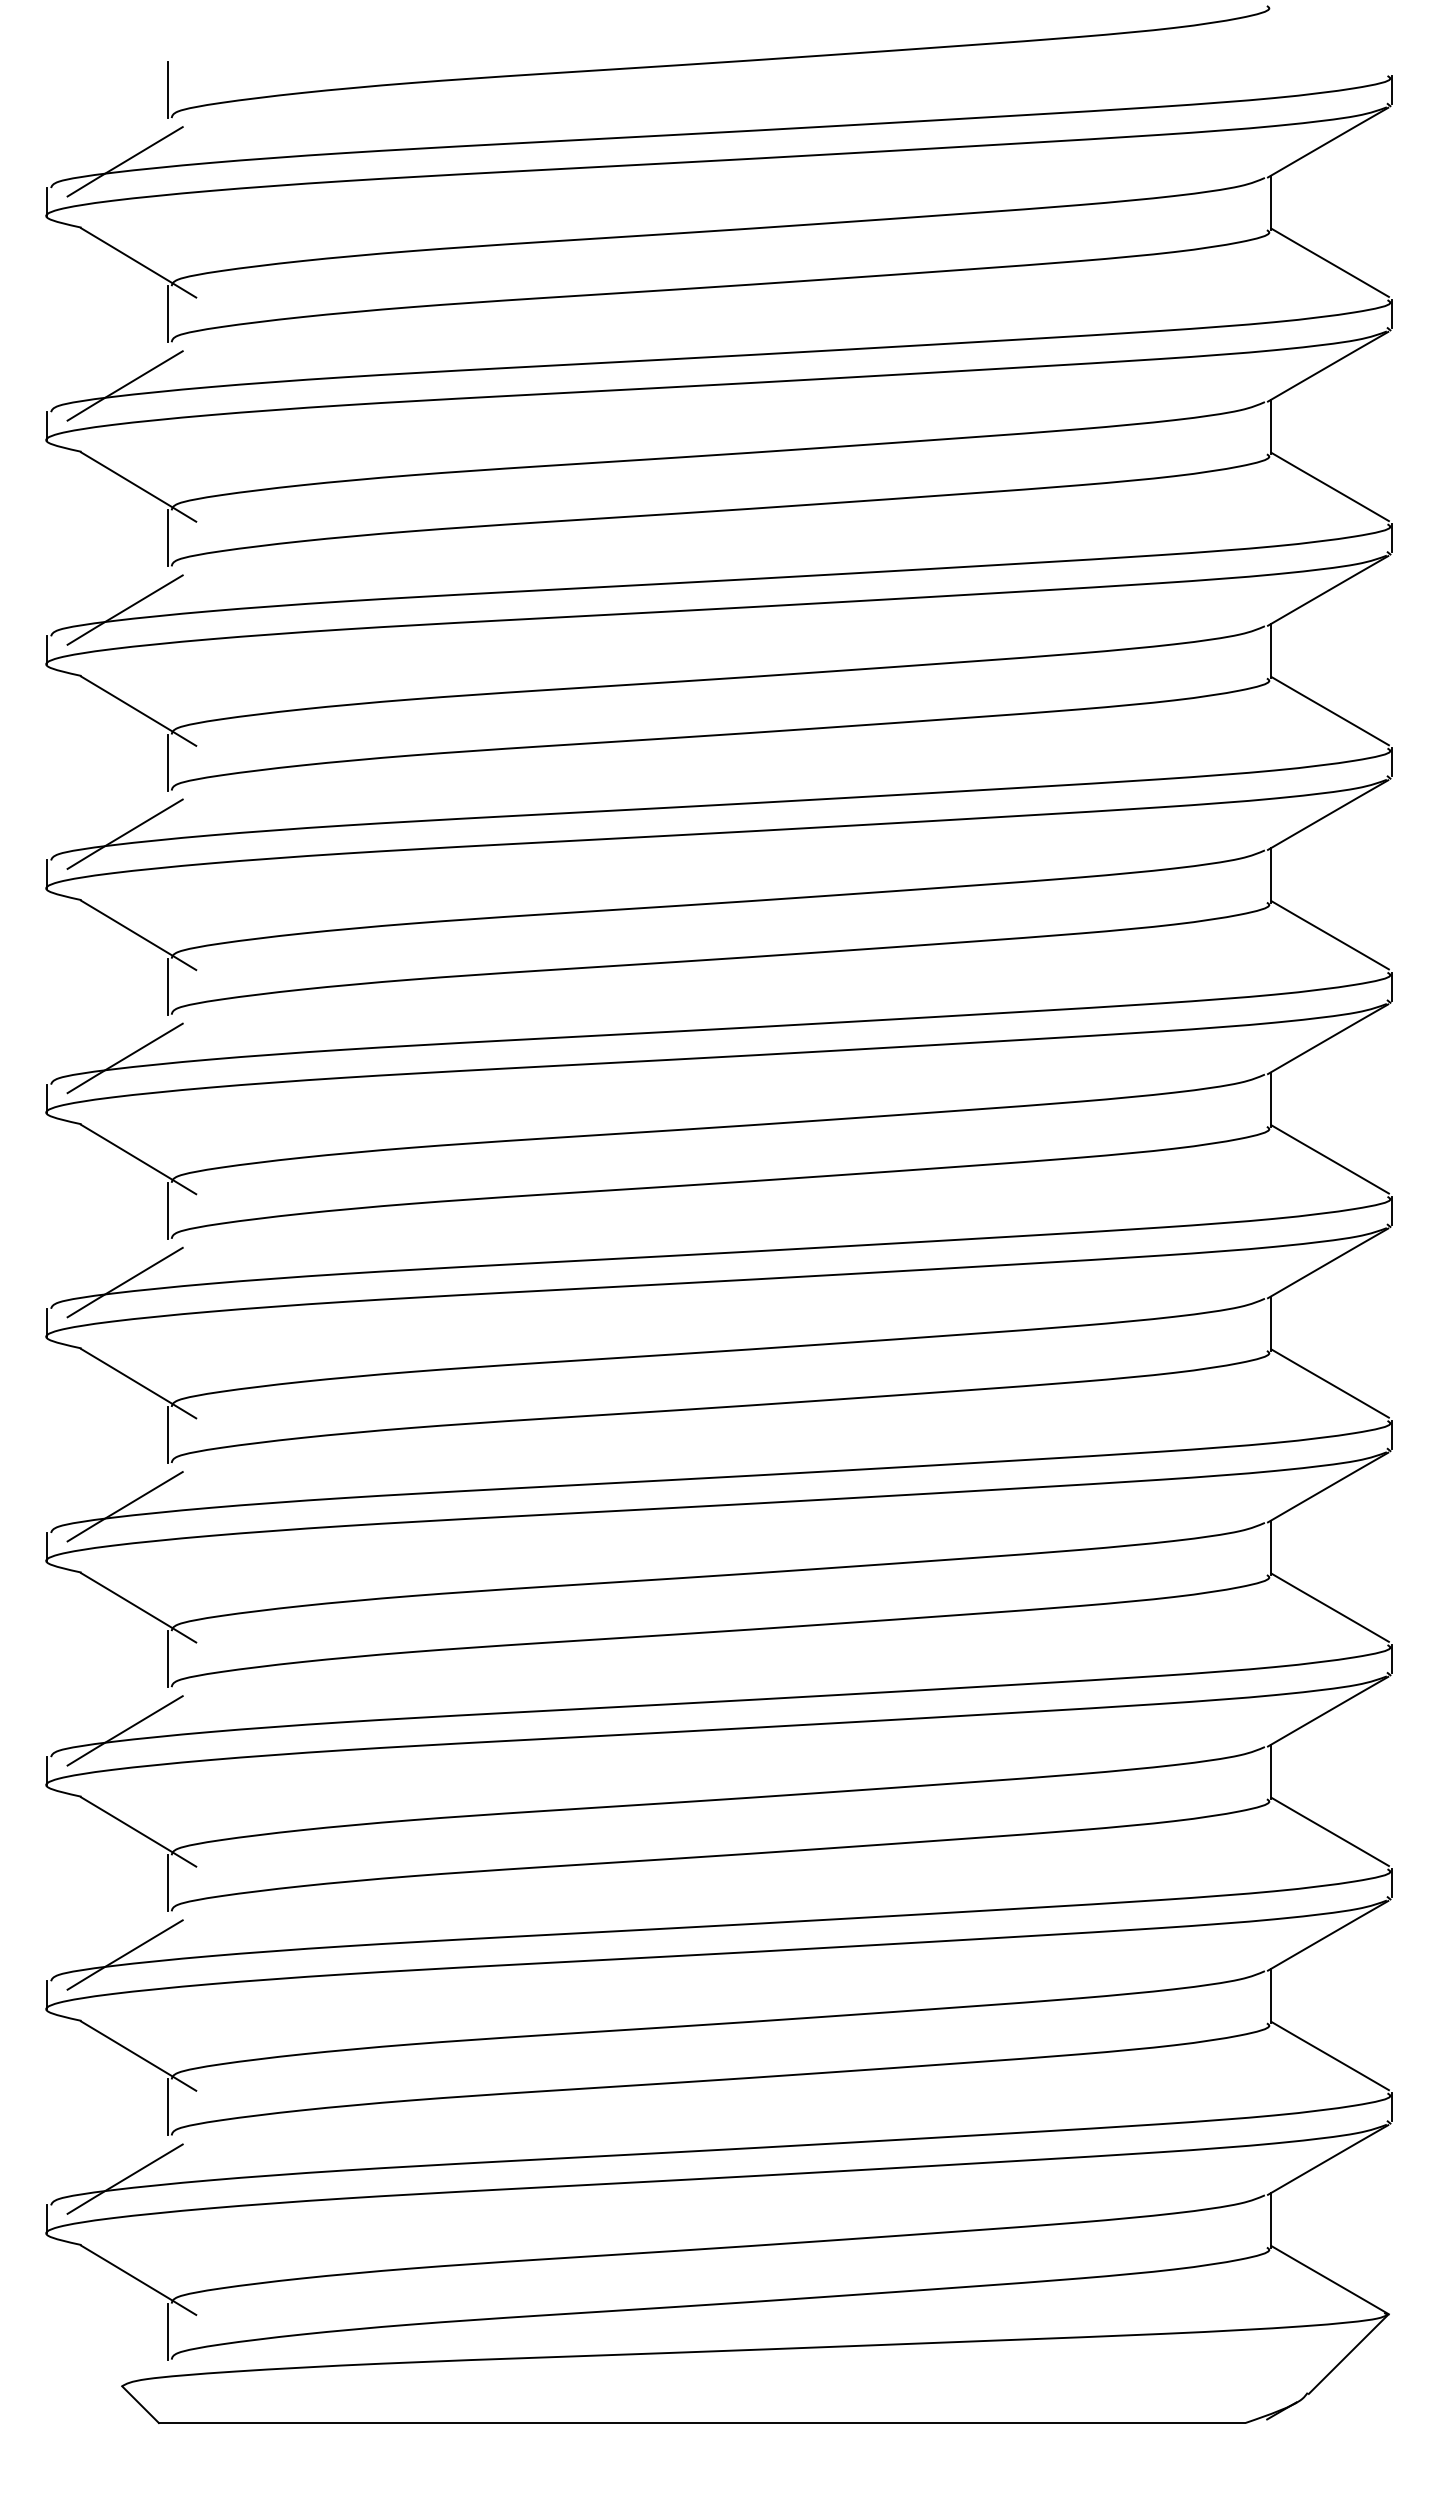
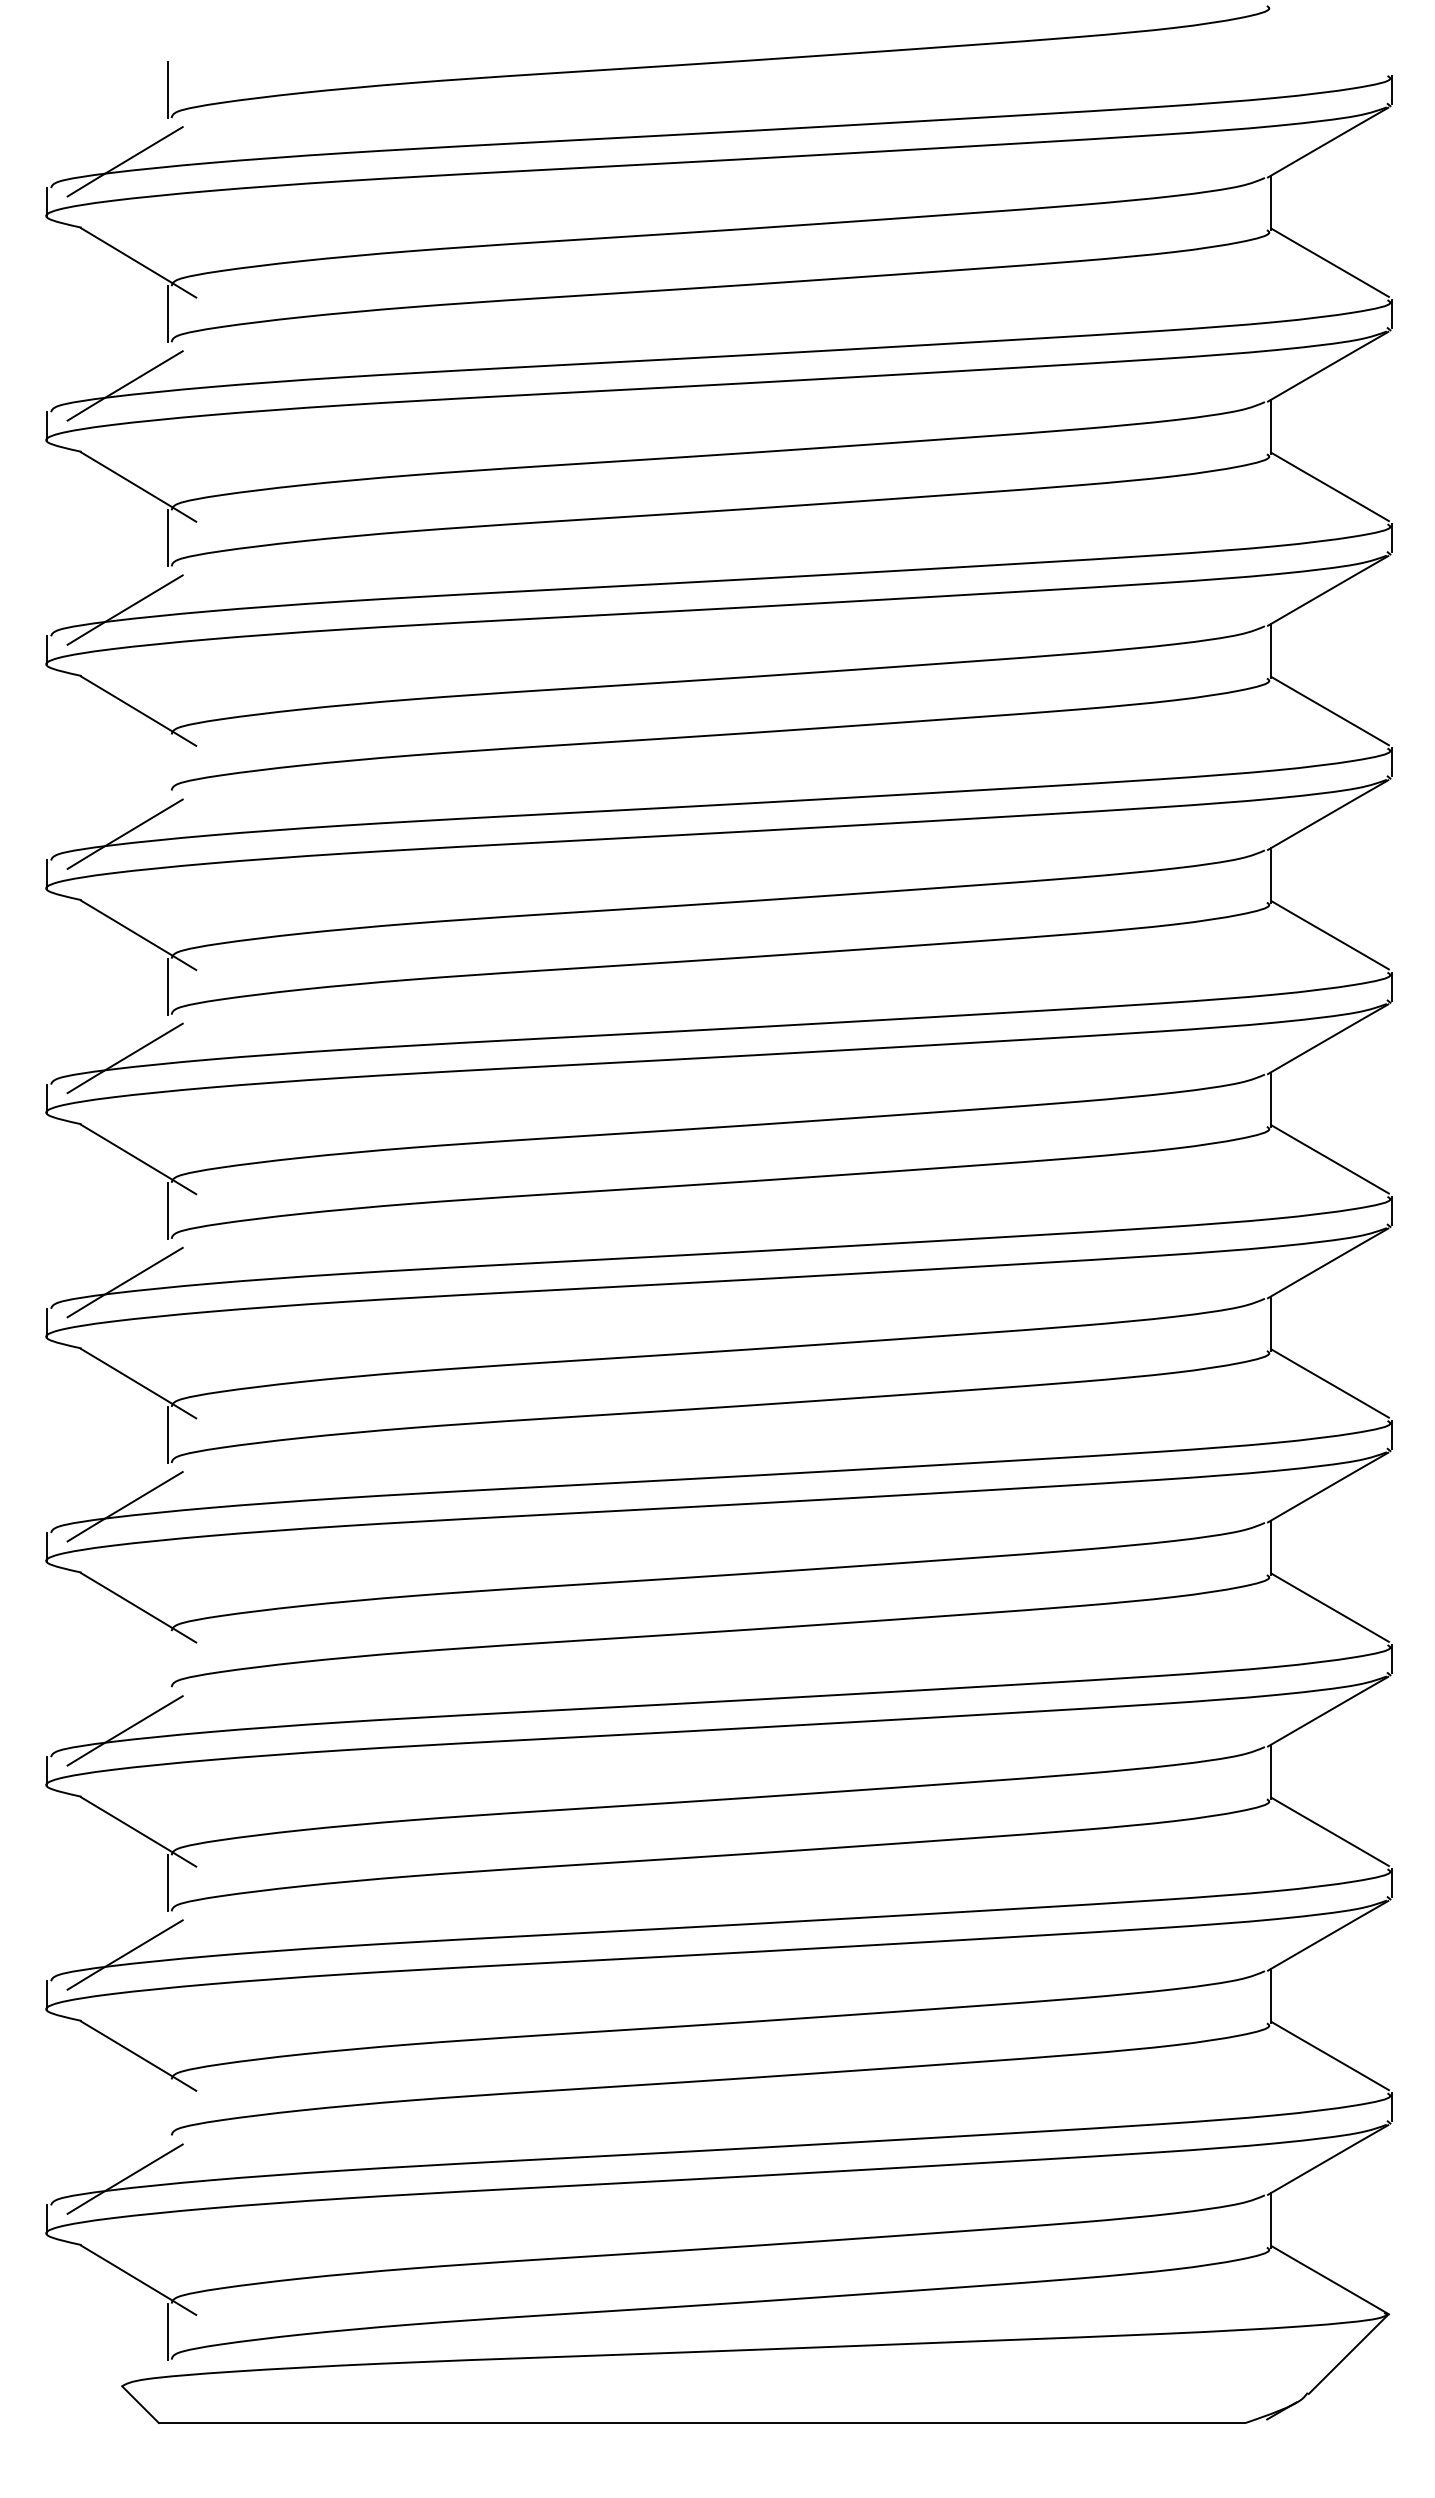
line at (168, 762): present -> none
line at (168, 1659): present -> none
line at (168, 2107): present -> none
